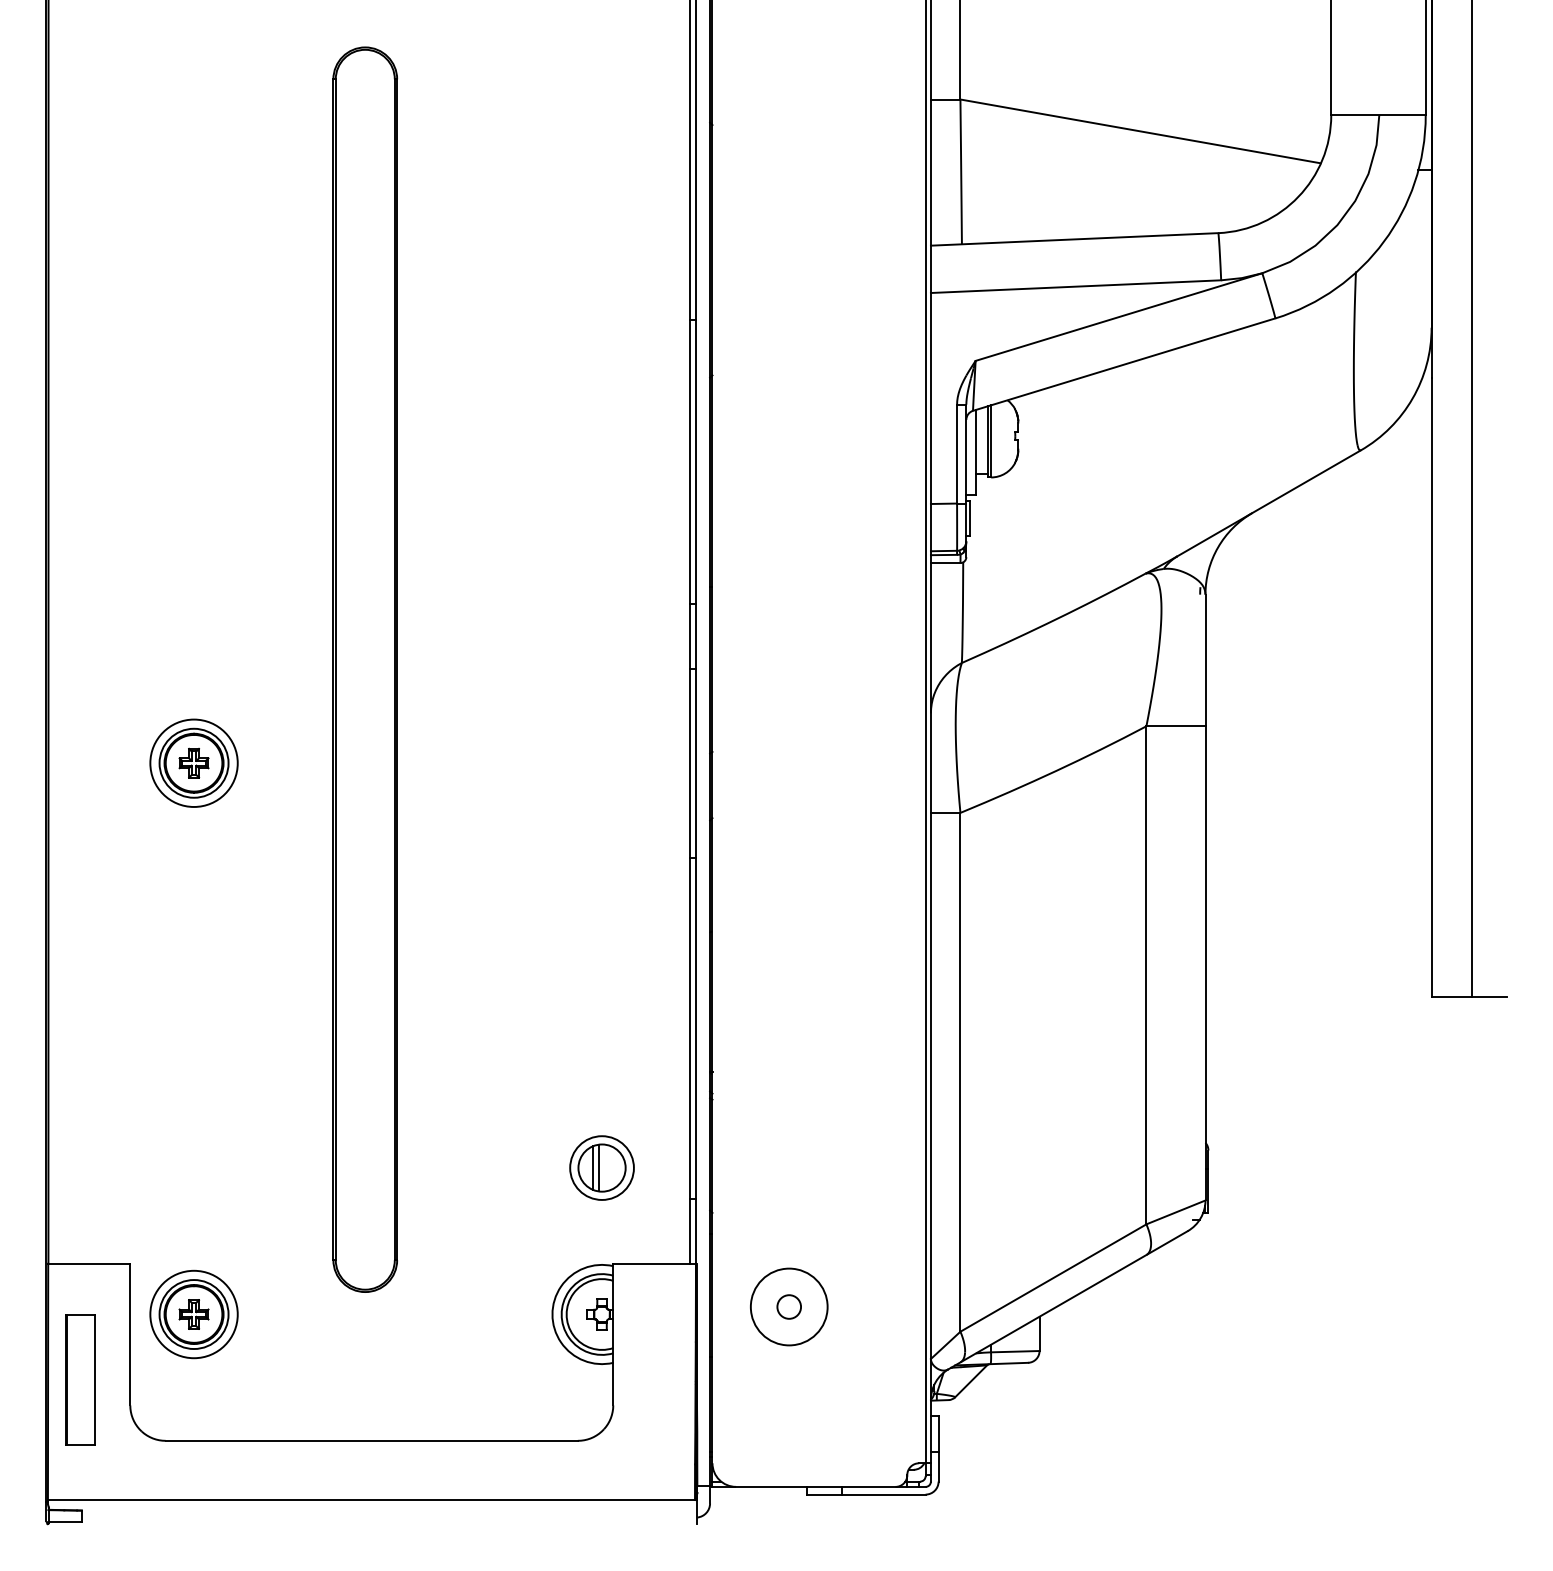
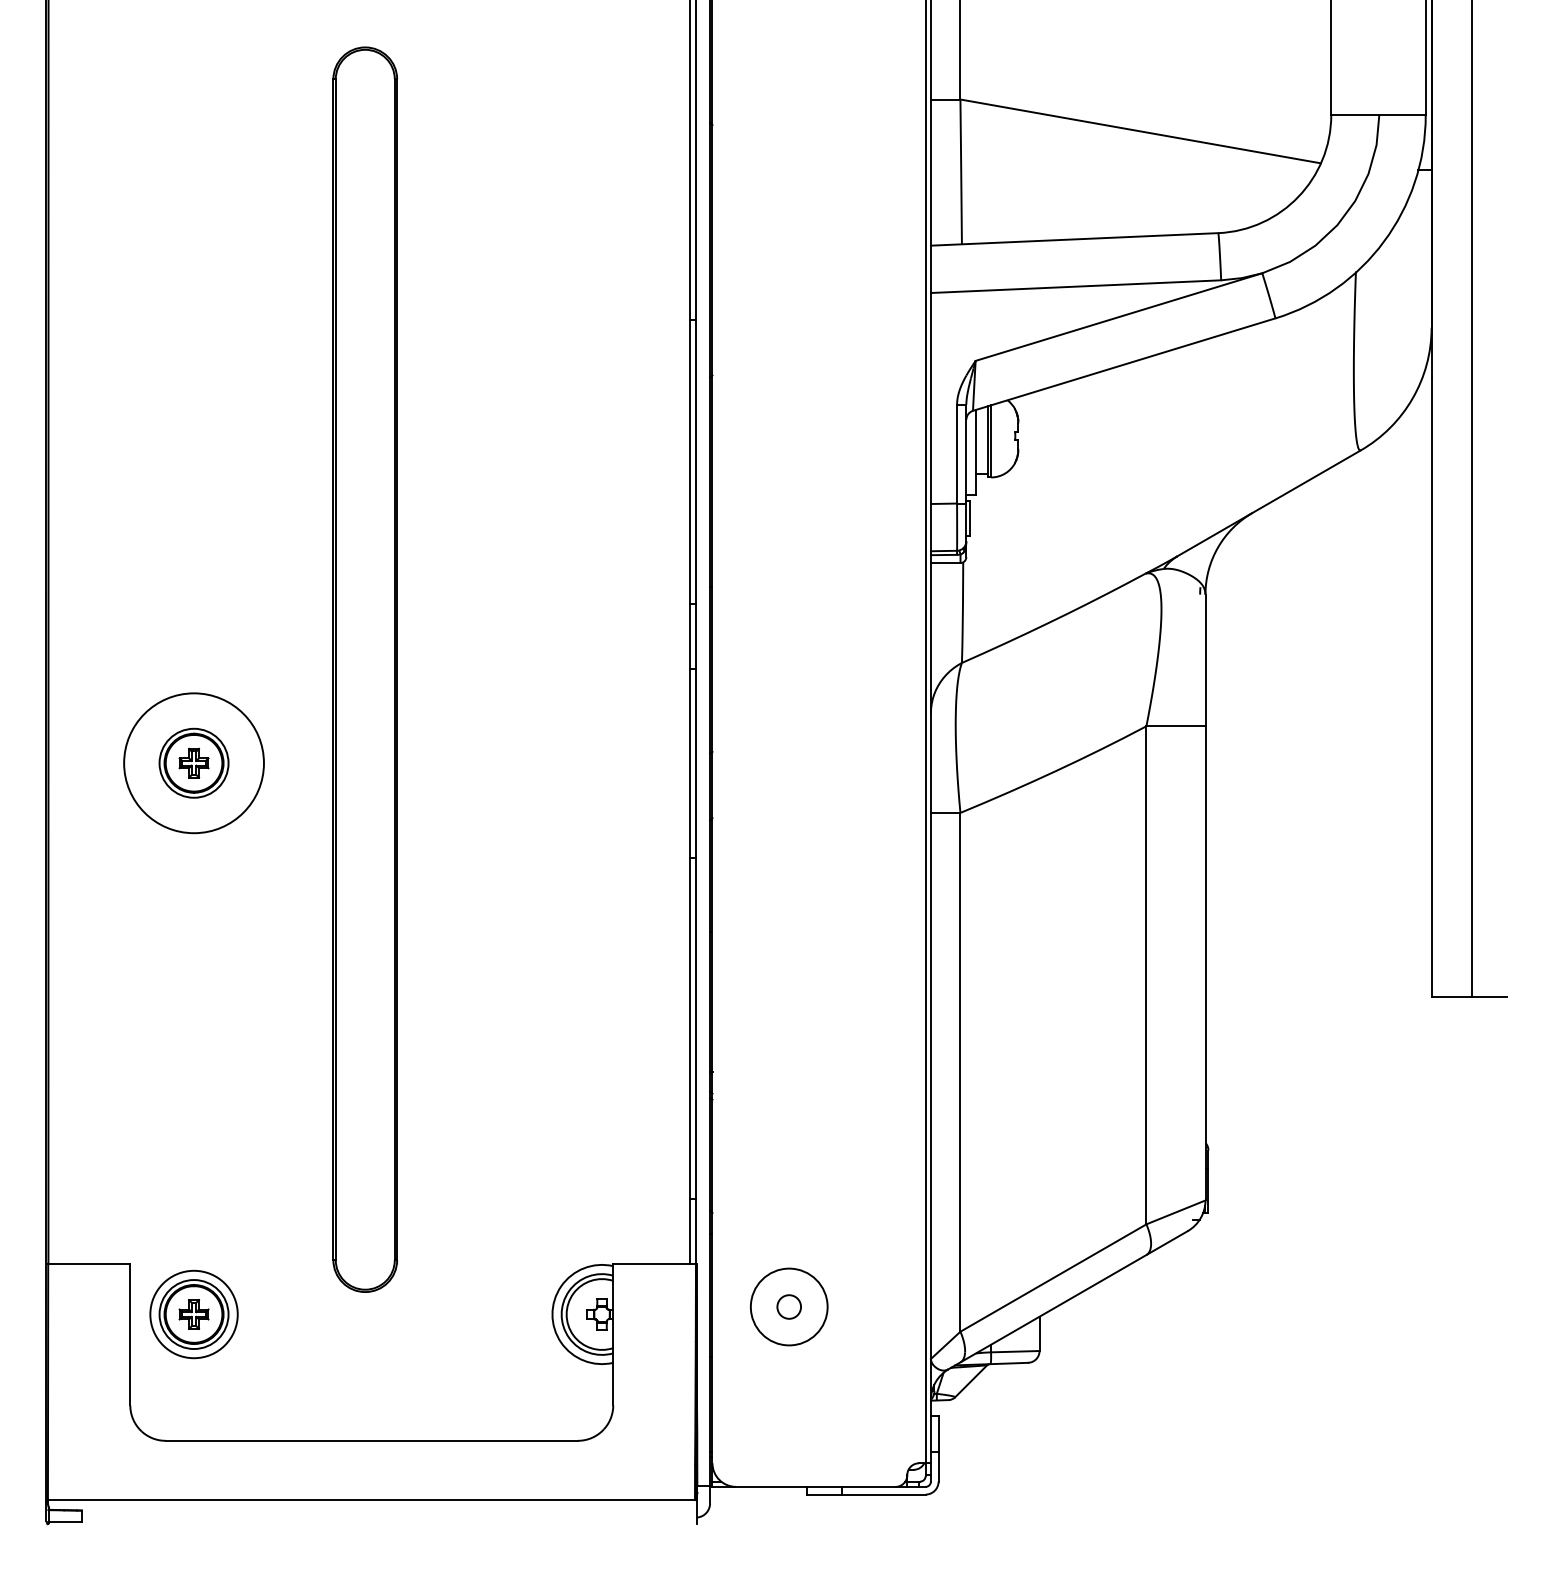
circle at (193, 762) diameter: 87 px -> 140 px
part at (601, 1167): present -> none
part at (80, 1379): present -> none
